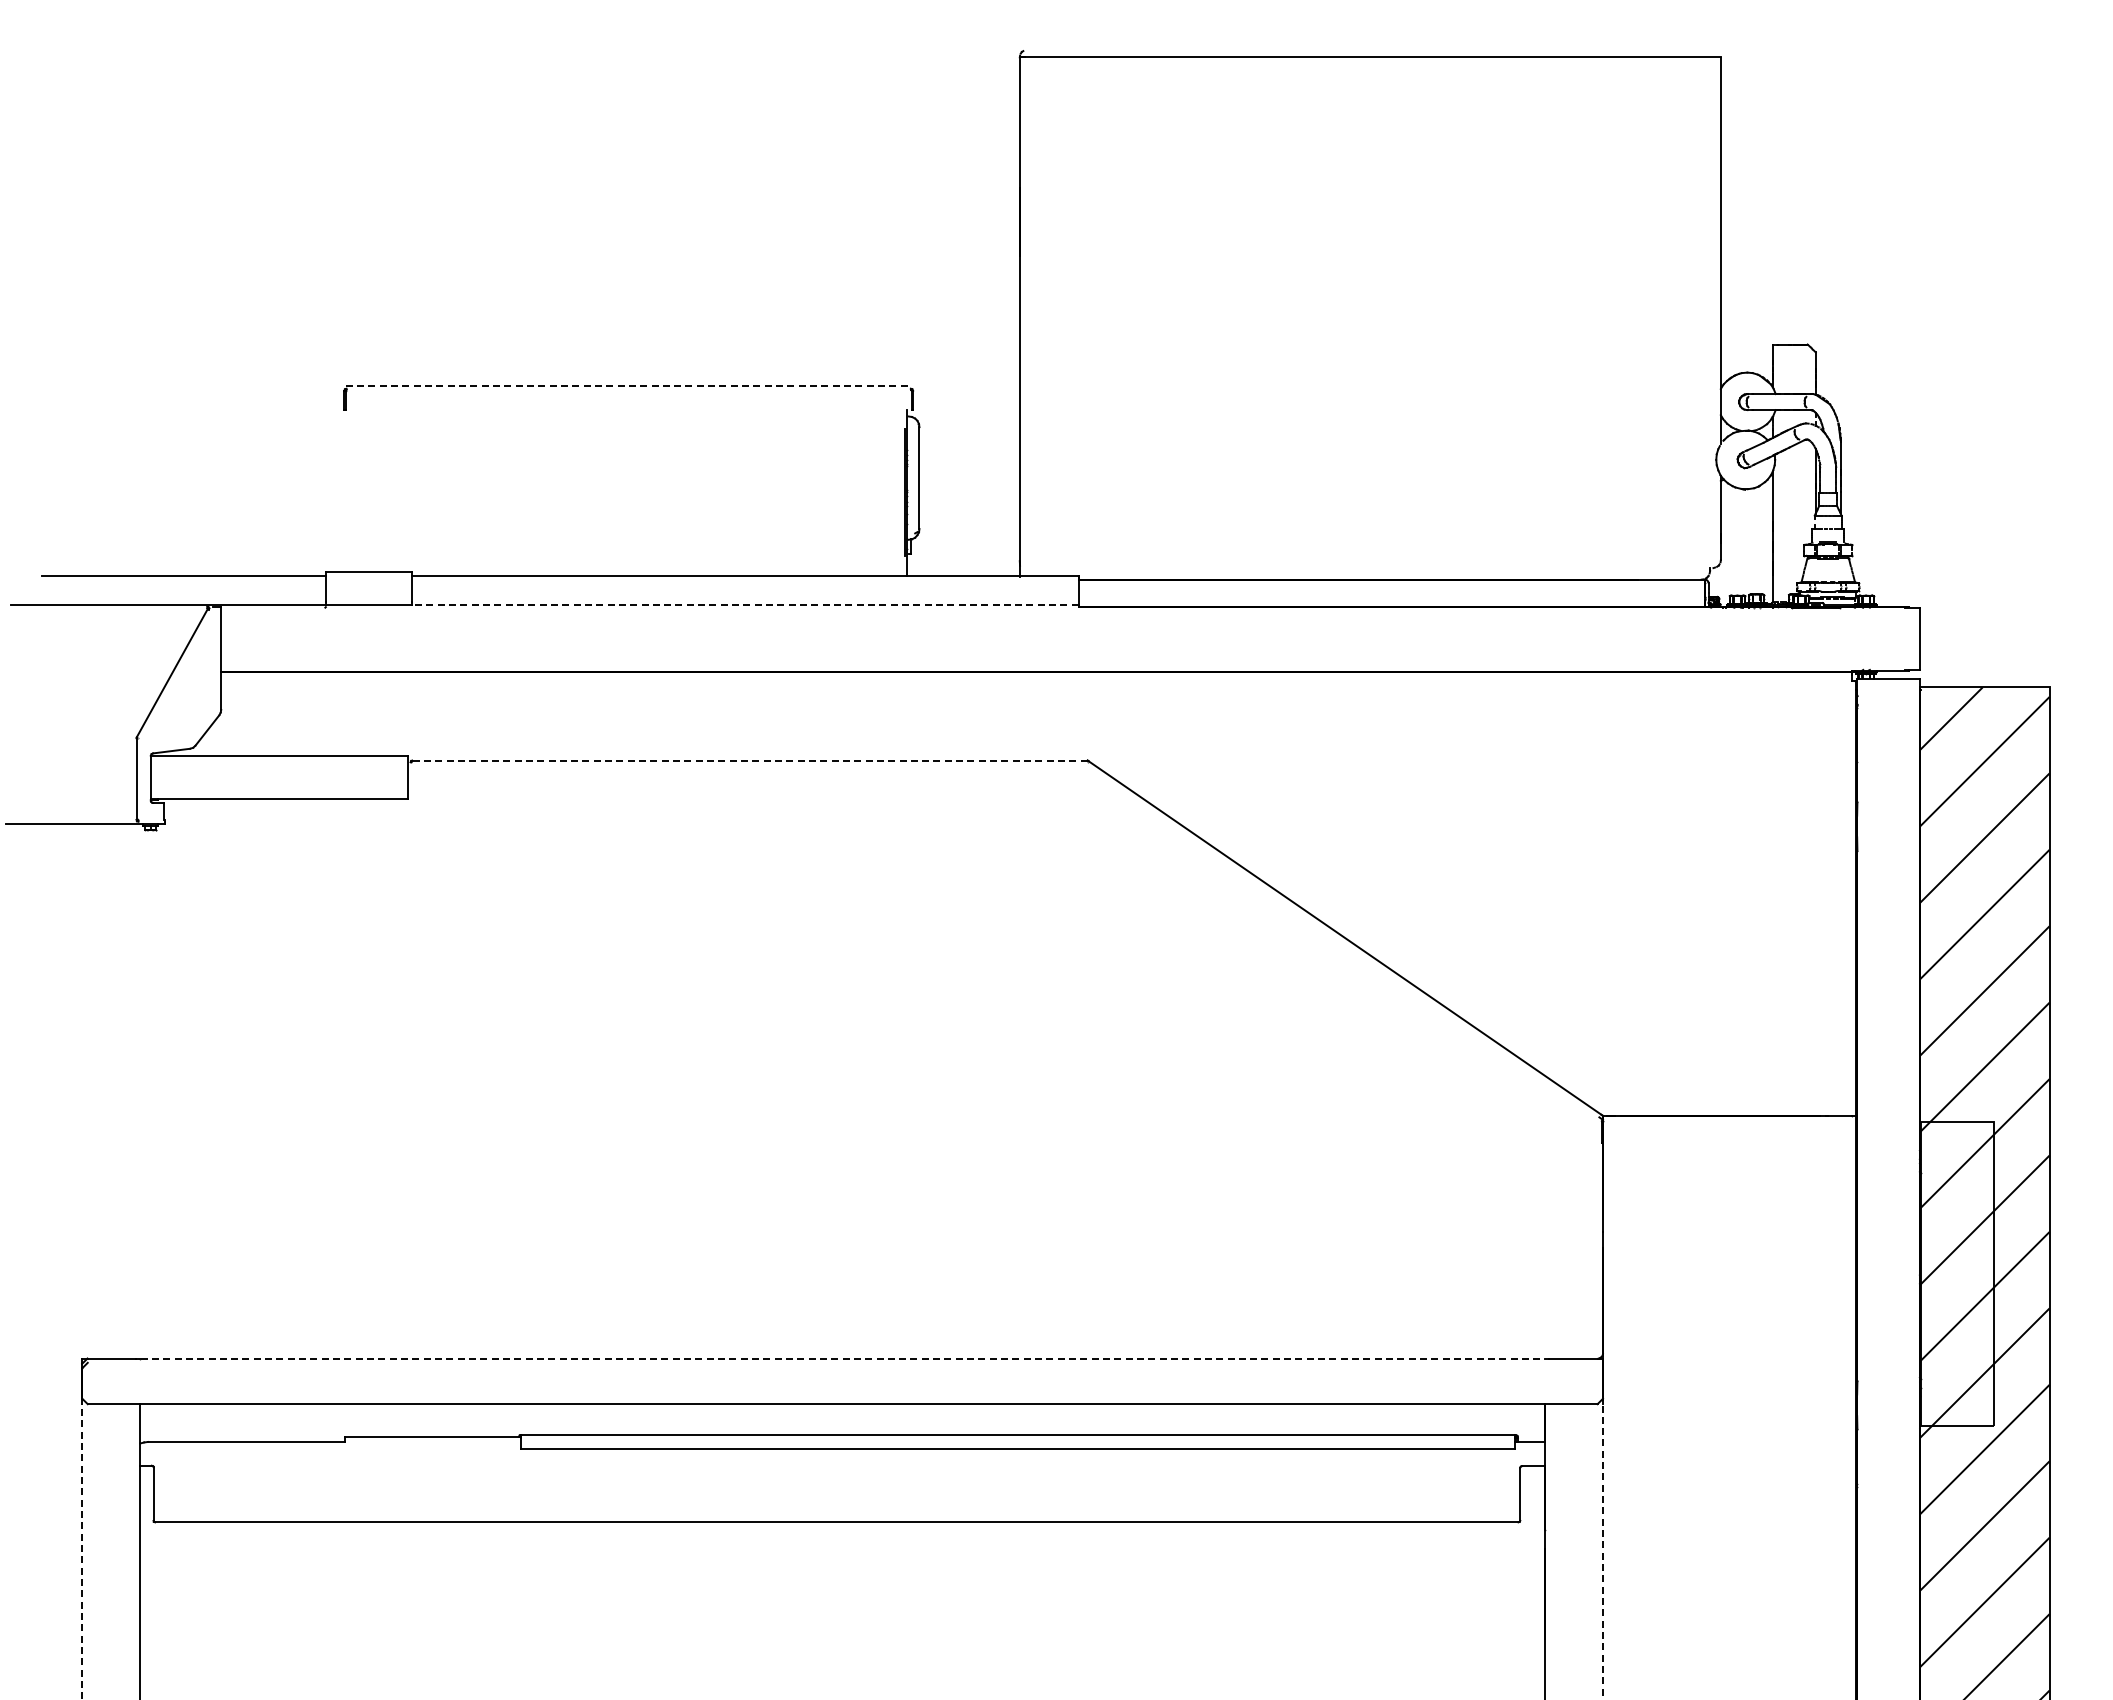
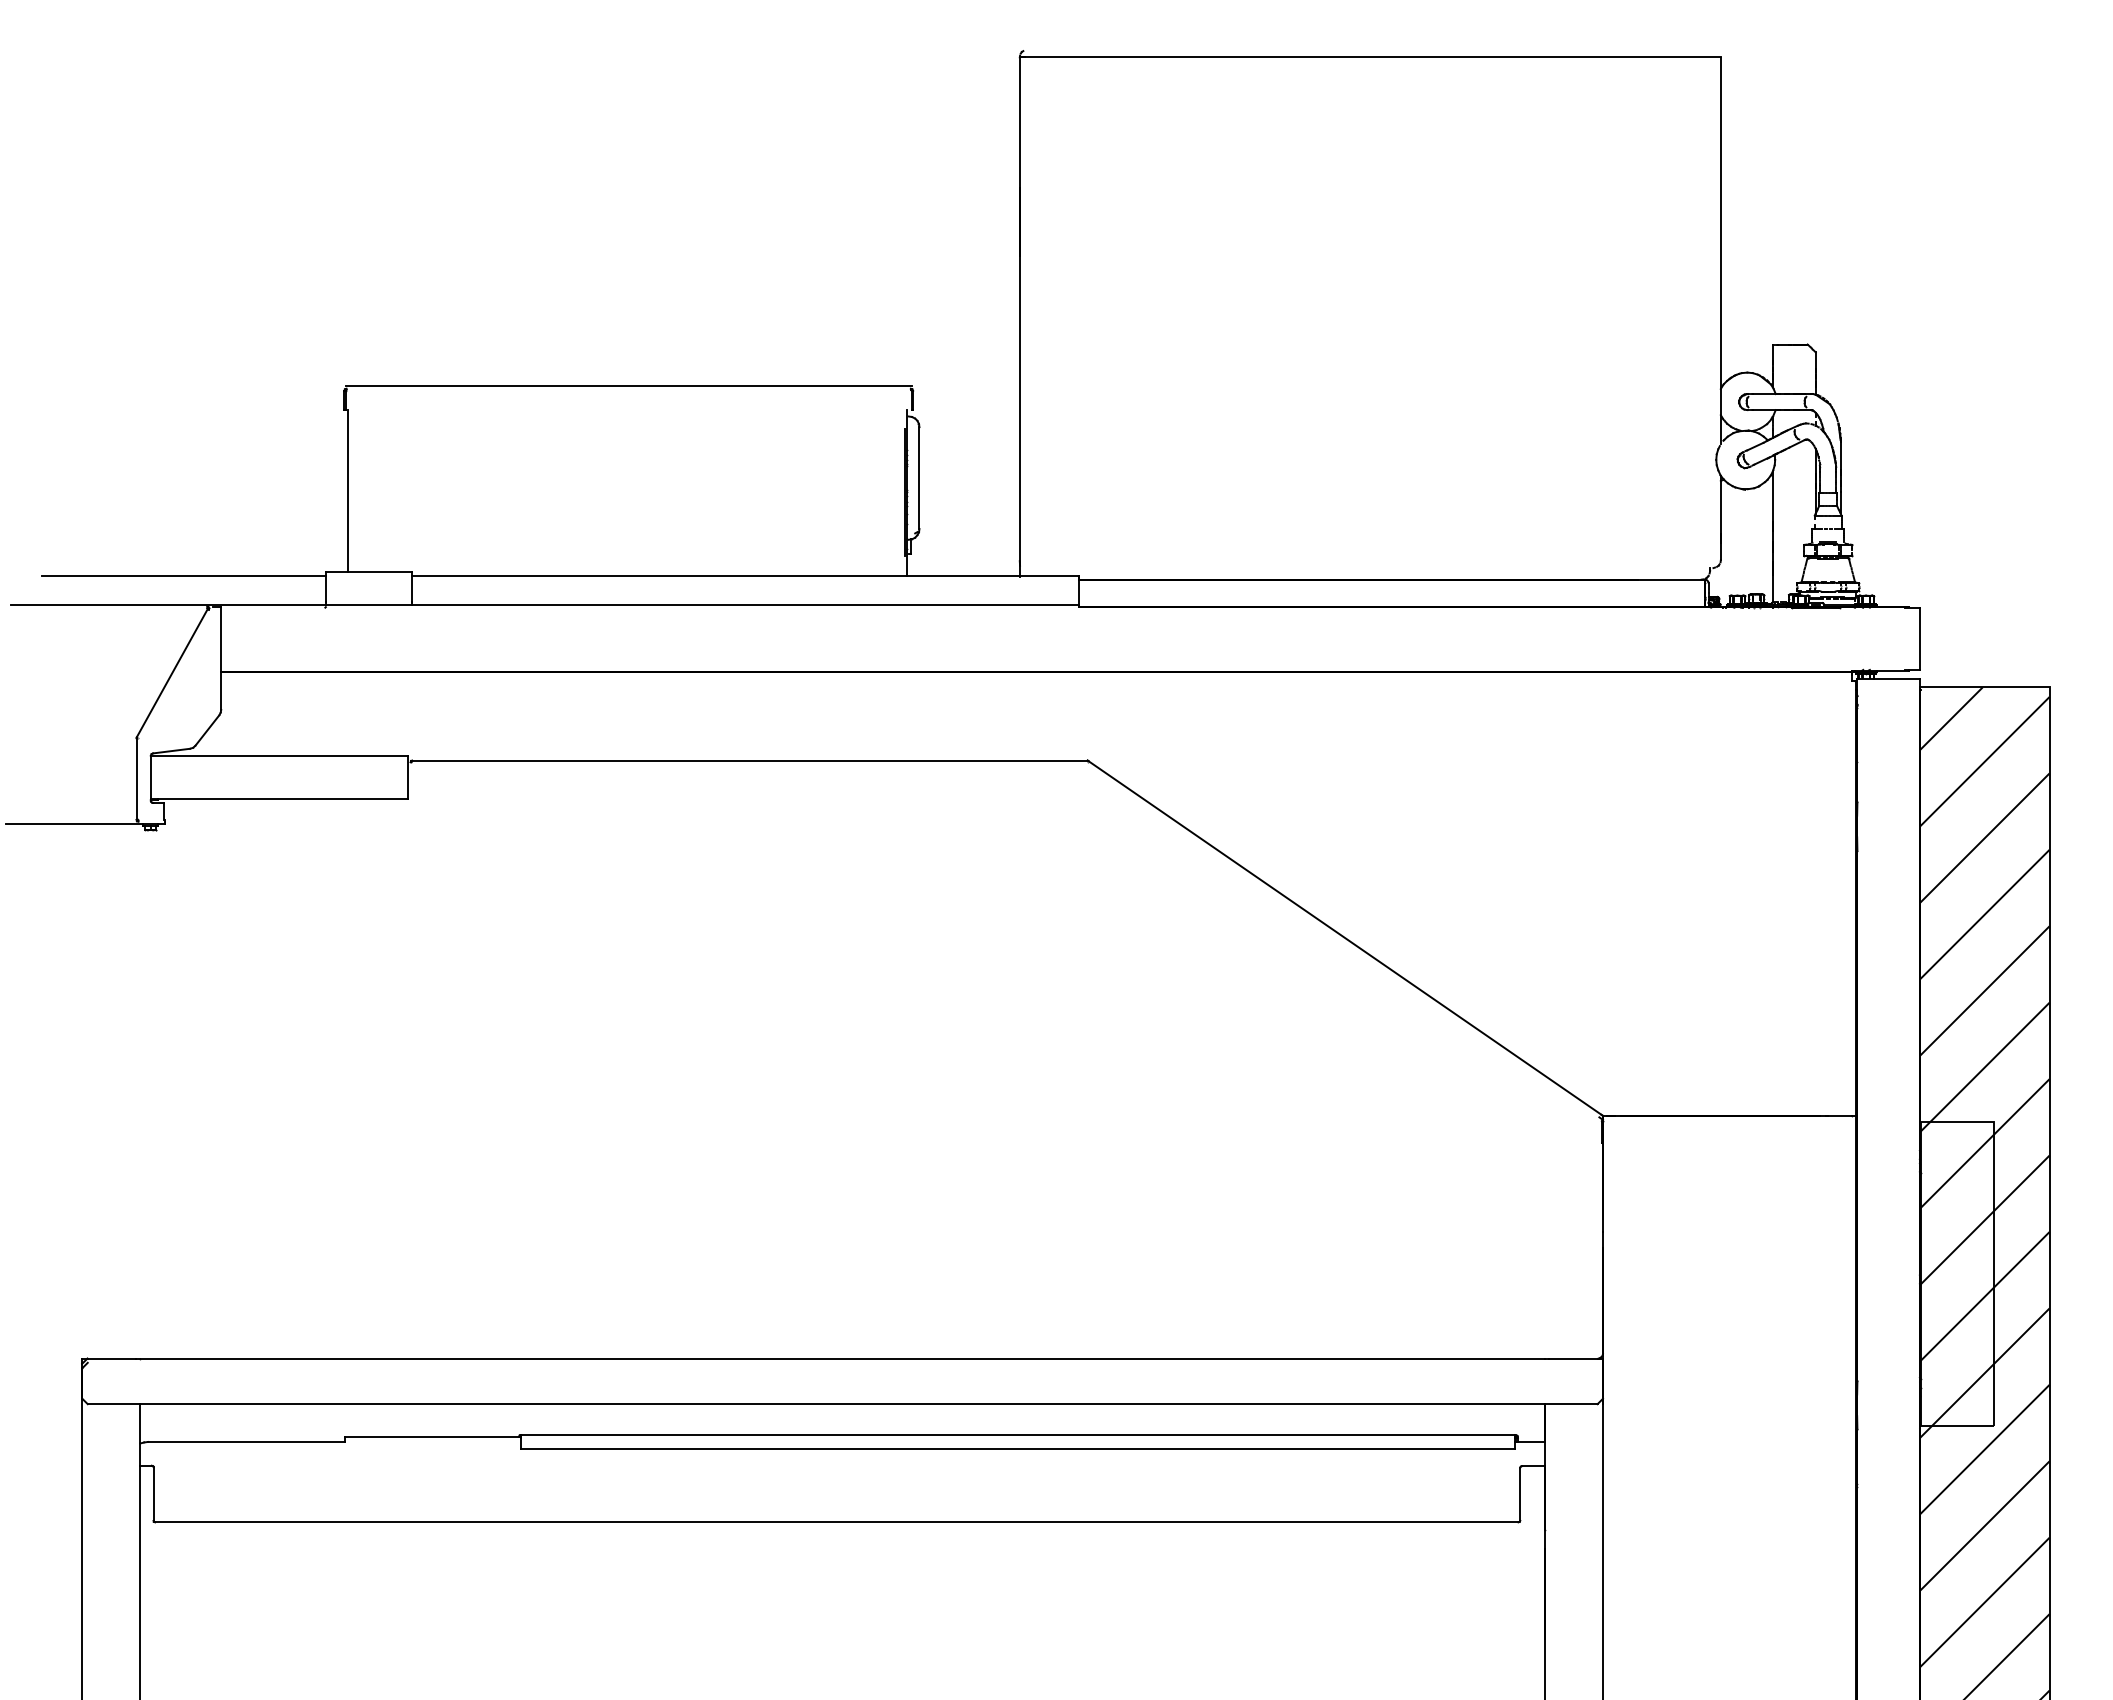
line at (629, 385): dashed -> solid
line at (348, 491): none -> present
line at (745, 605): dashed -> solid
line at (748, 760): dashed -> solid
line at (843, 1358): dashed -> solid
line at (82, 1531): dashed -> solid
line at (1602, 1531): dashed -> solid
